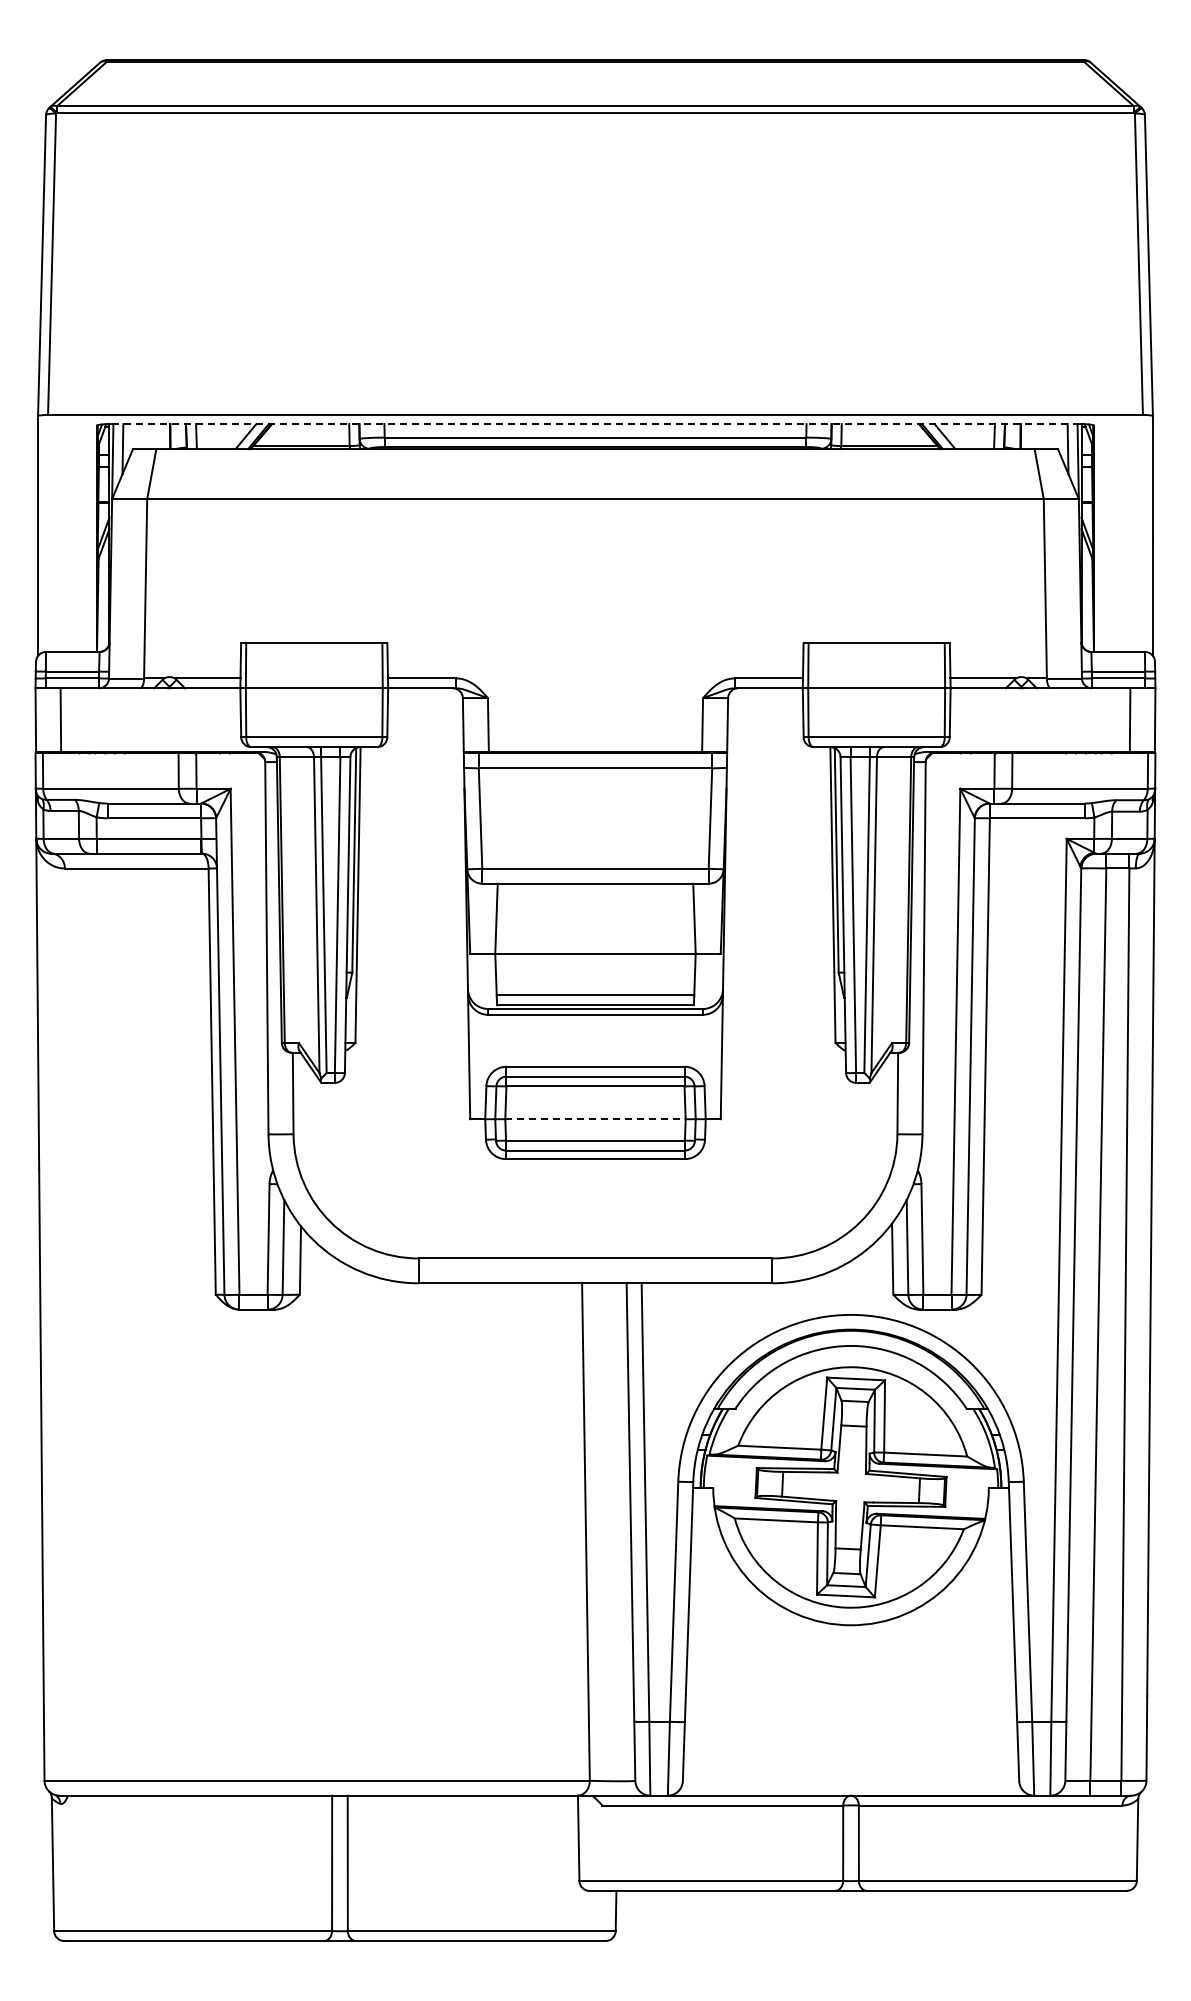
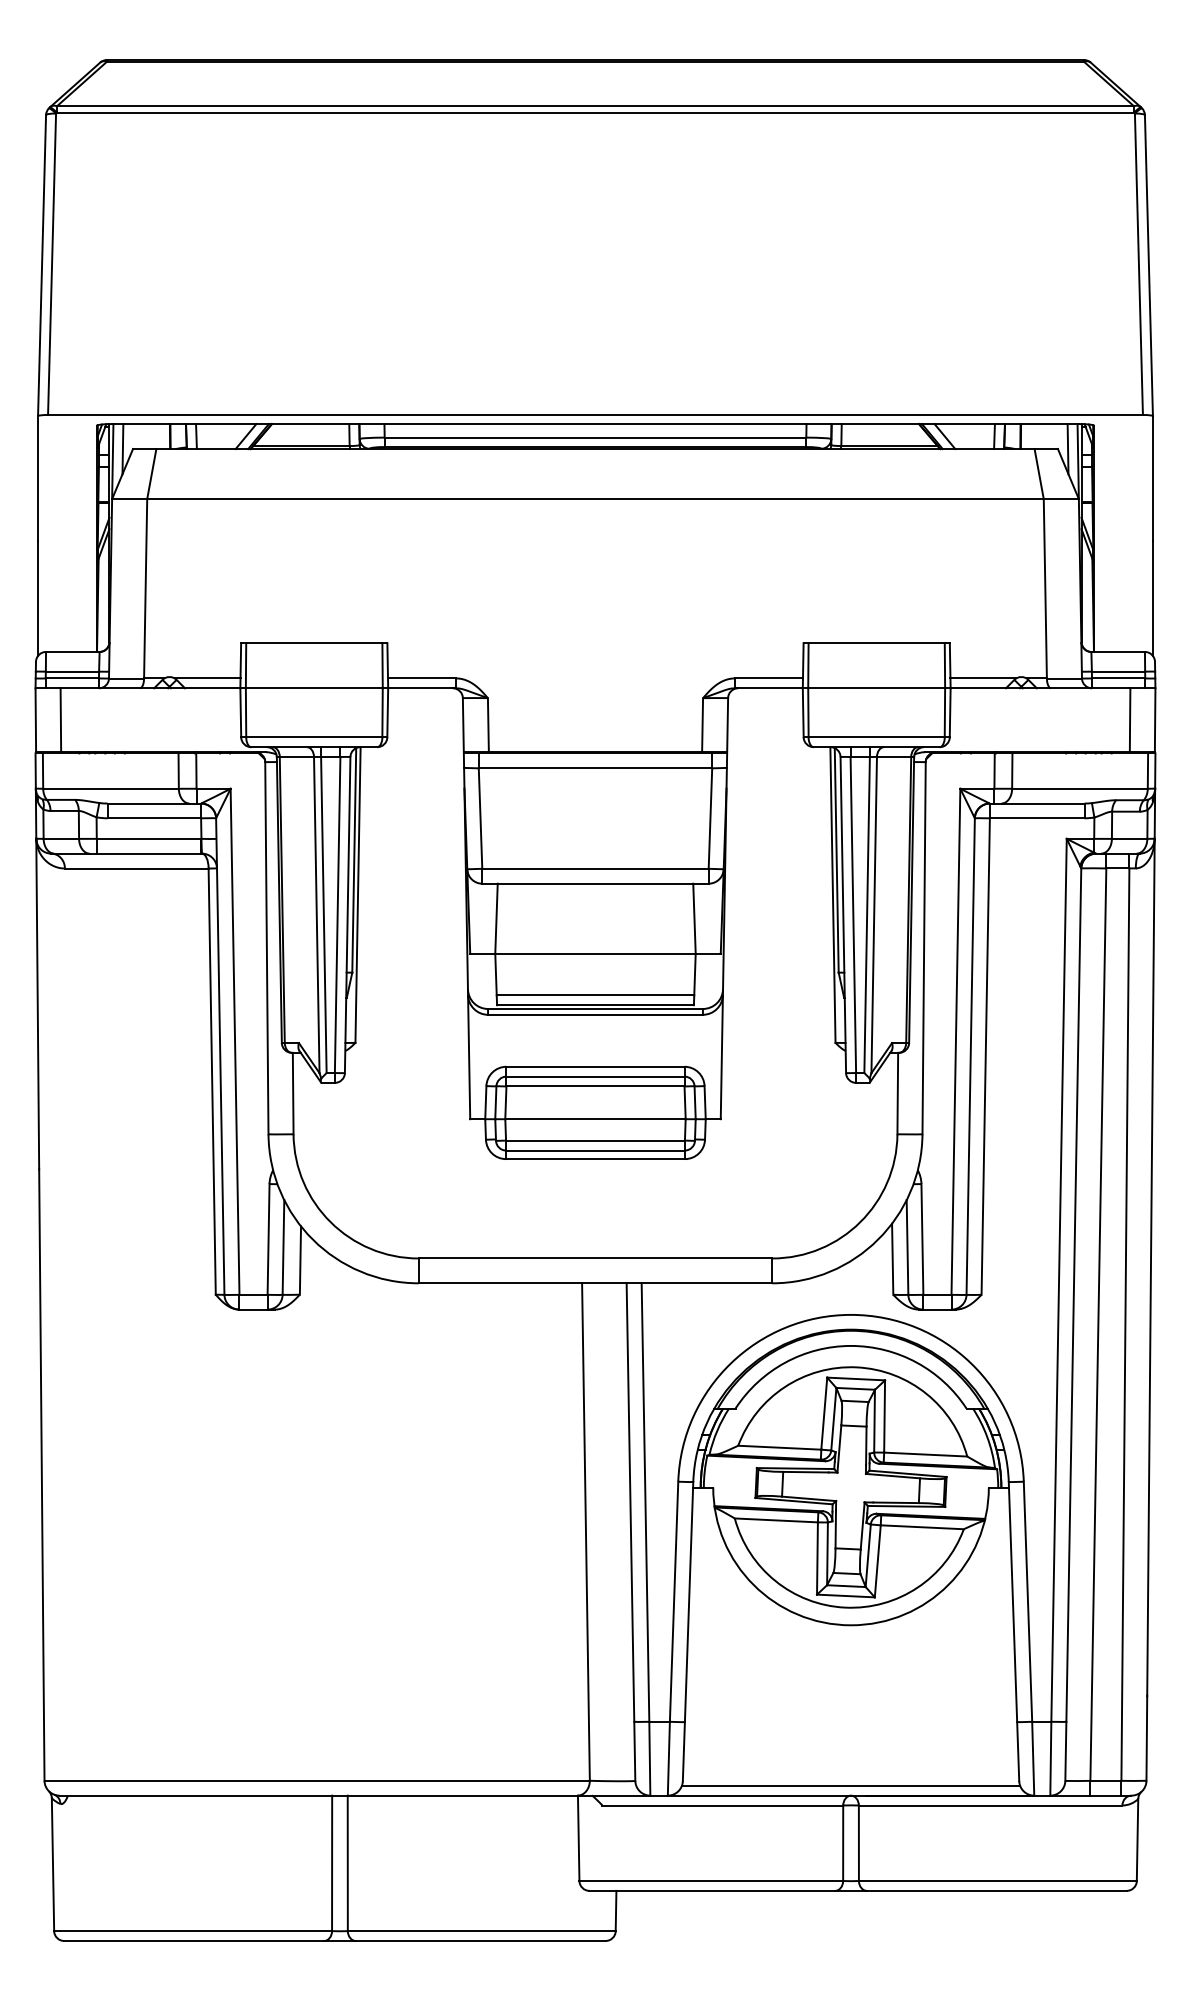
line at (595, 424): dashed -> solid
line at (595, 1119): dashed -> solid
line at (850, 1785): none -> present
